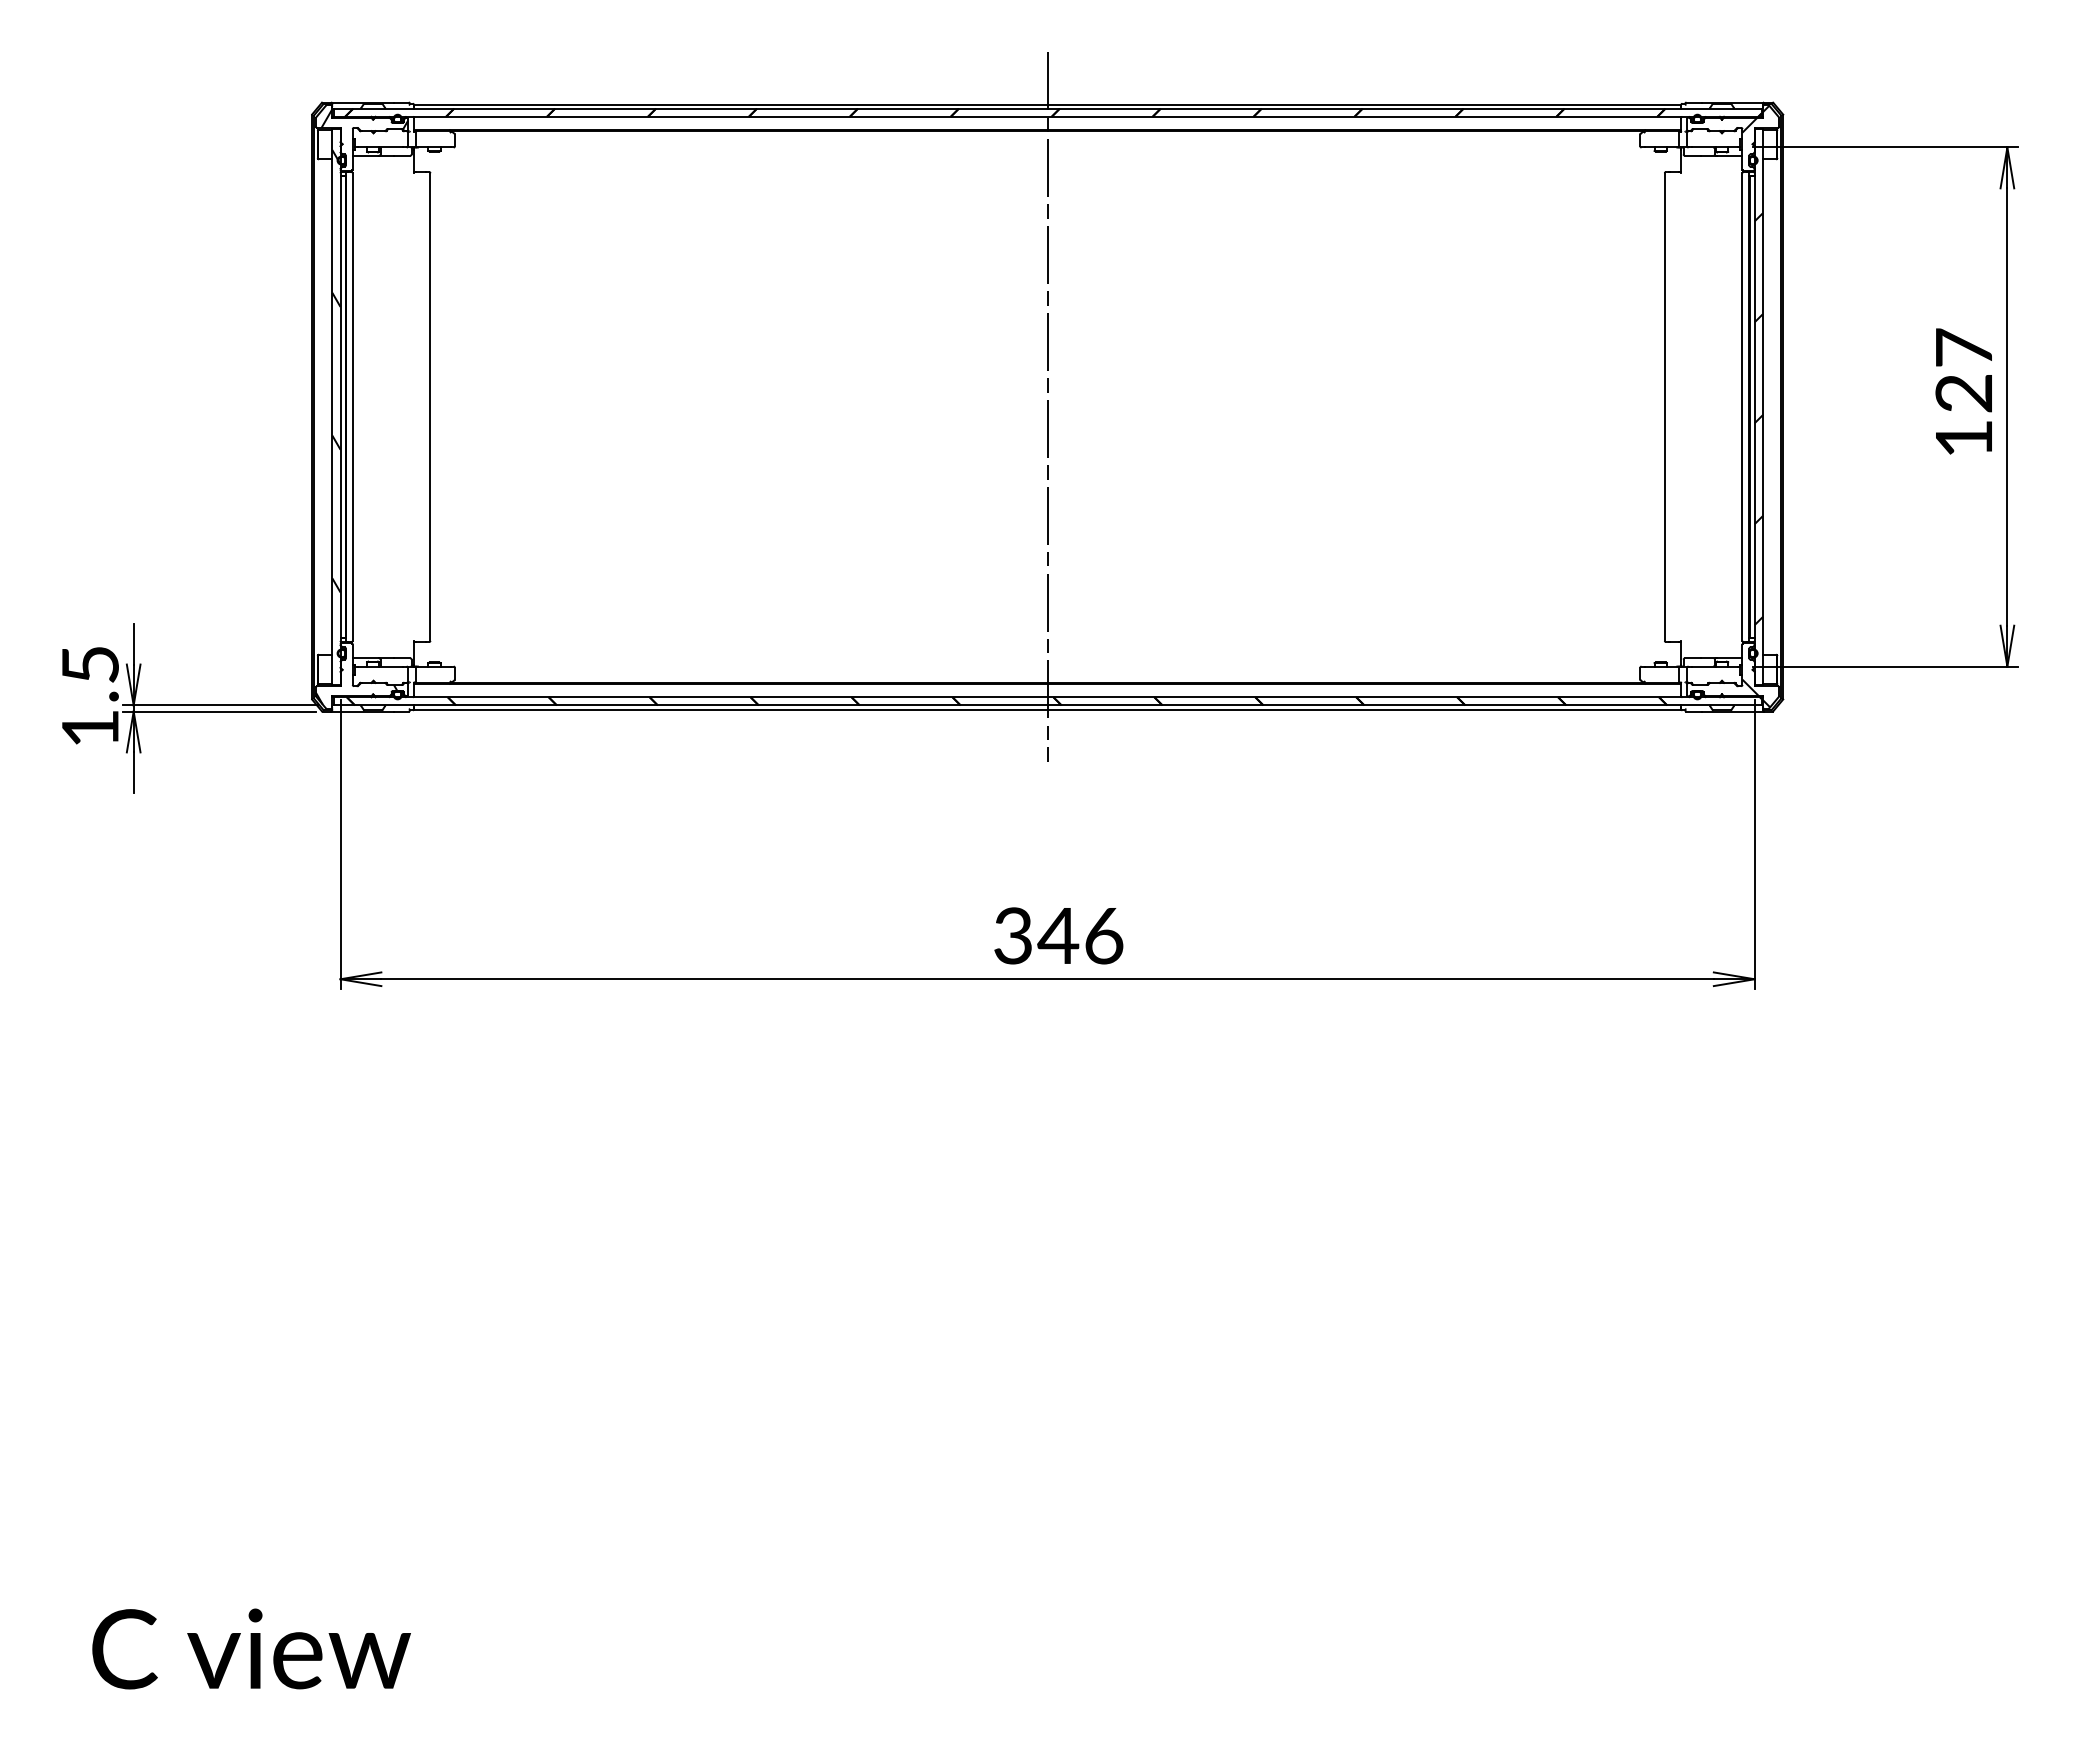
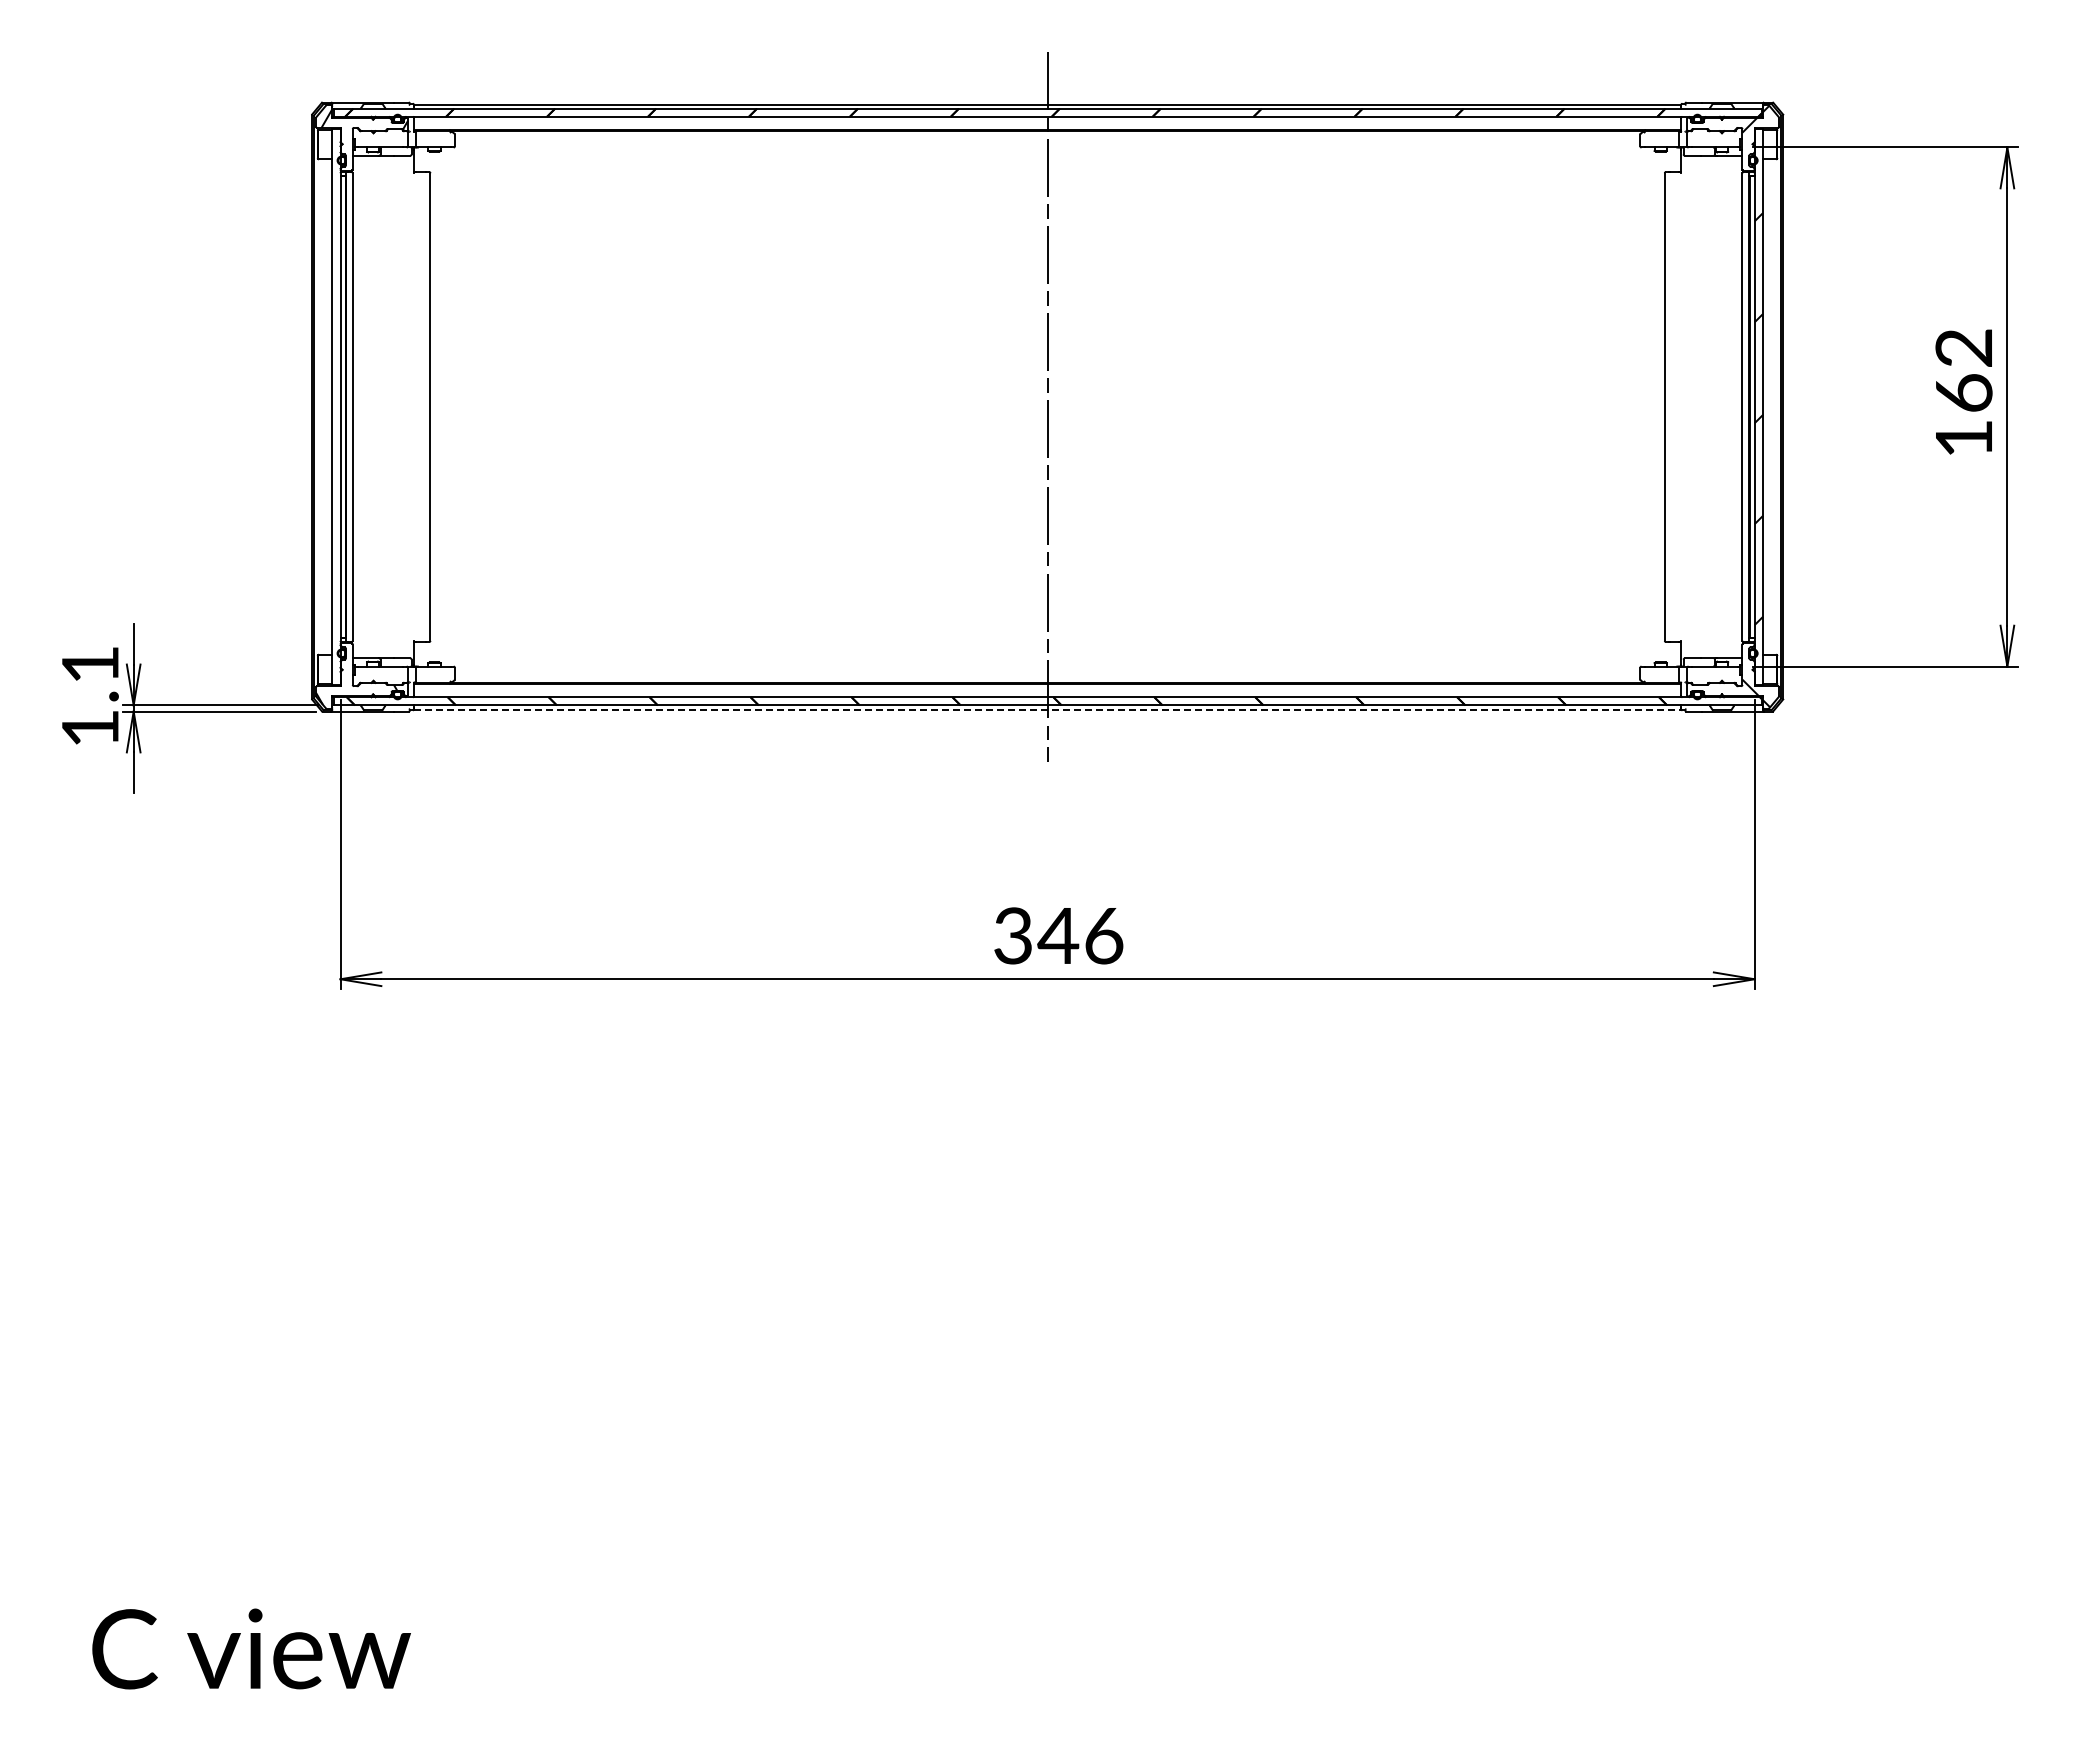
text at (1963, 370): 127 -> 162
hatch at (336, 371): present -> none
text at (90, 664): 1.5 -> 1.1
line at (1047, 709): solid -> dashed
